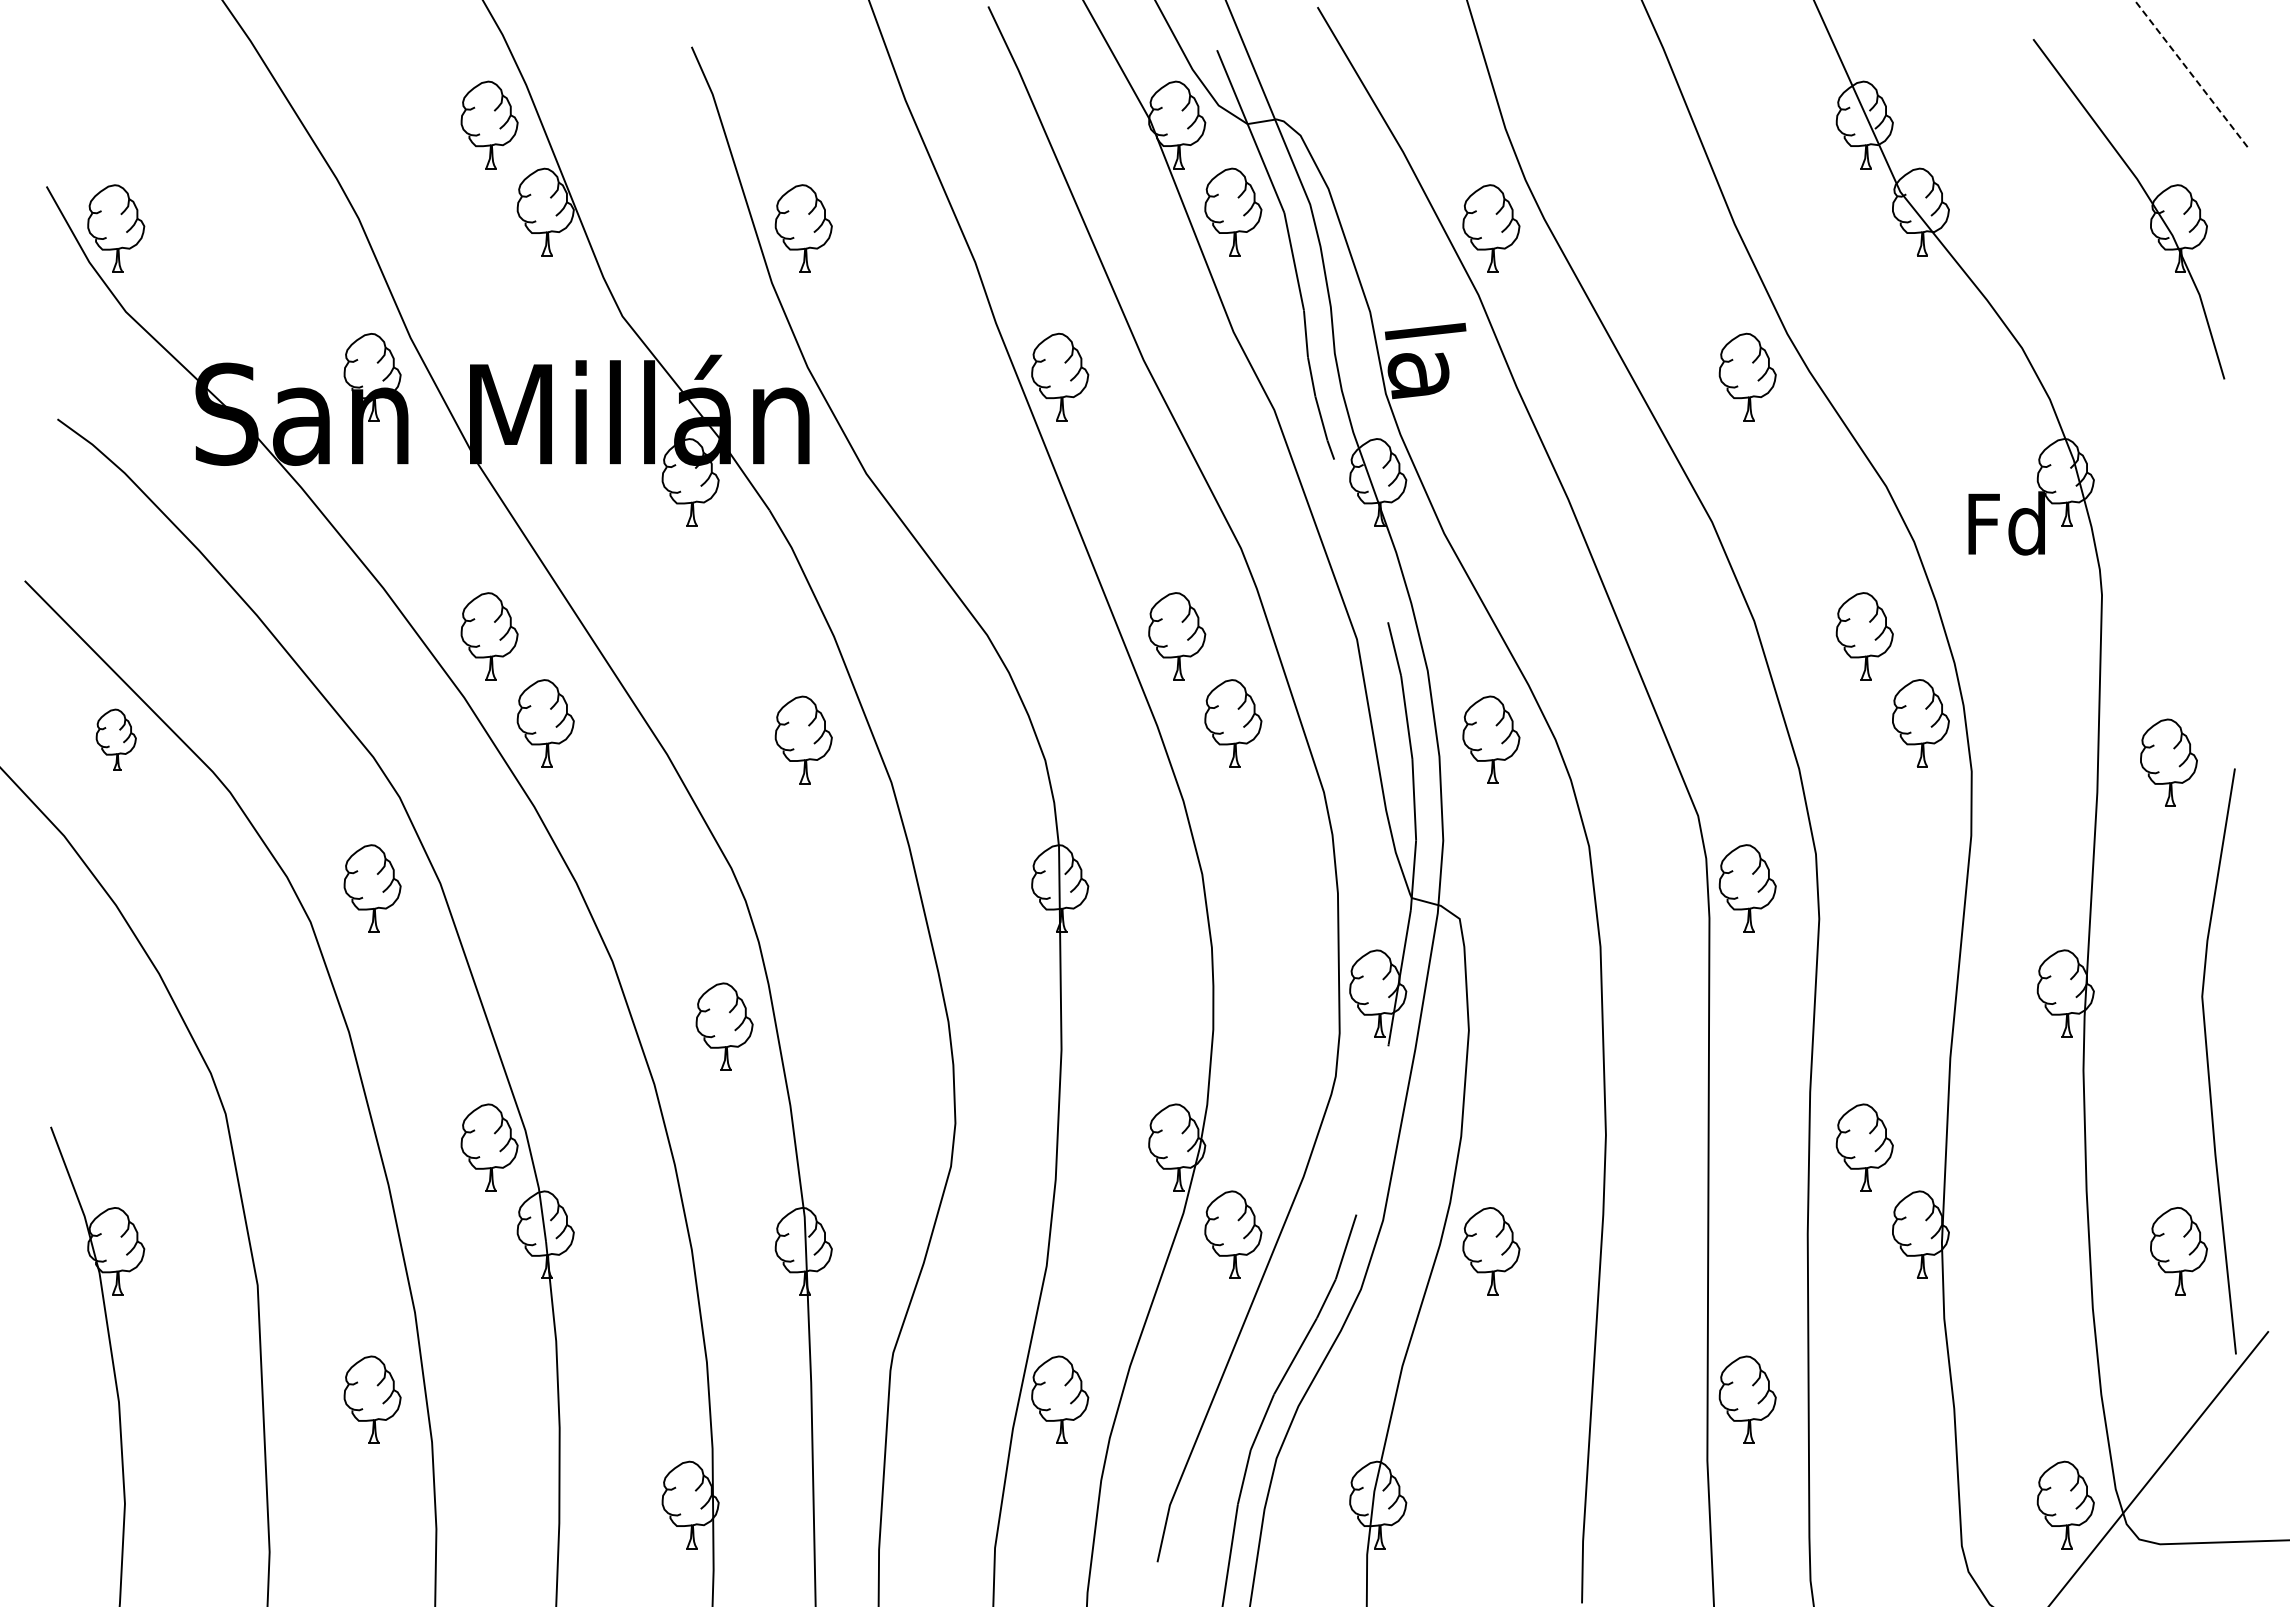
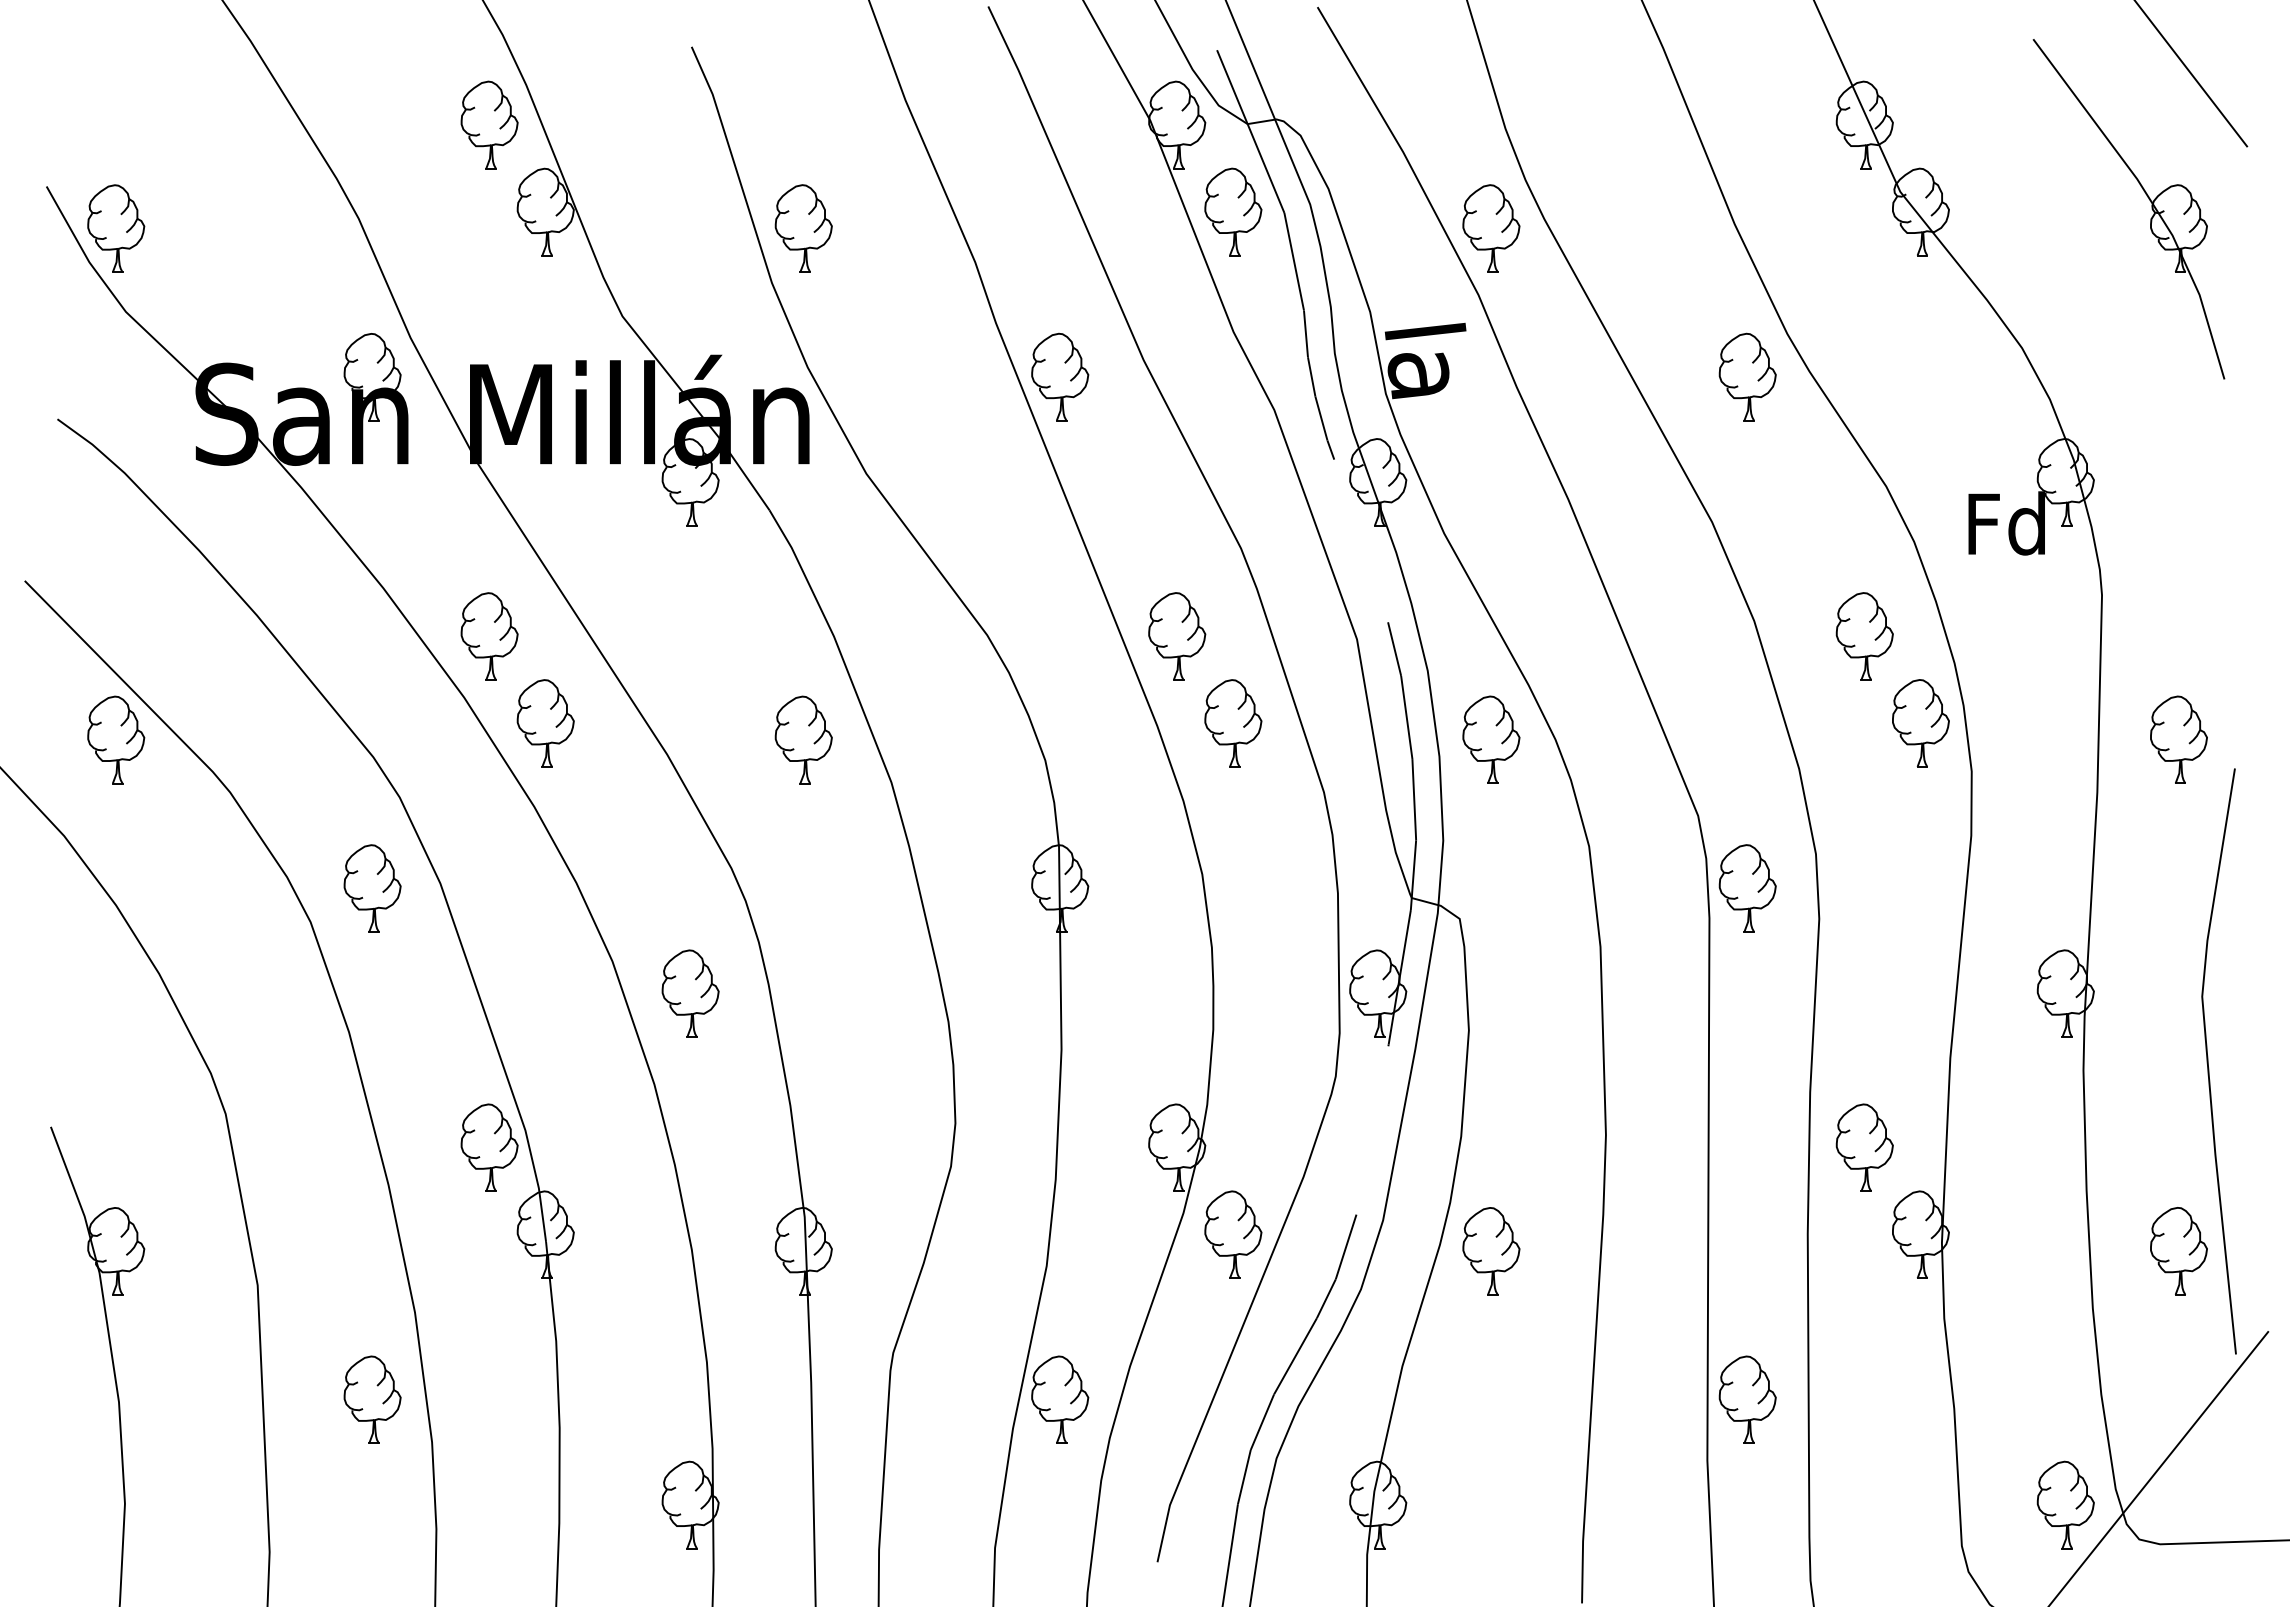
line at (2191, 73): dashed -> solid
part at (115, 739) size: 42x63 px -> 59x90 px
part at (2168, 762) position: (2168, 762) -> (2178, 739)
part at (724, 1026) position: (724, 1026) -> (690, 993)
